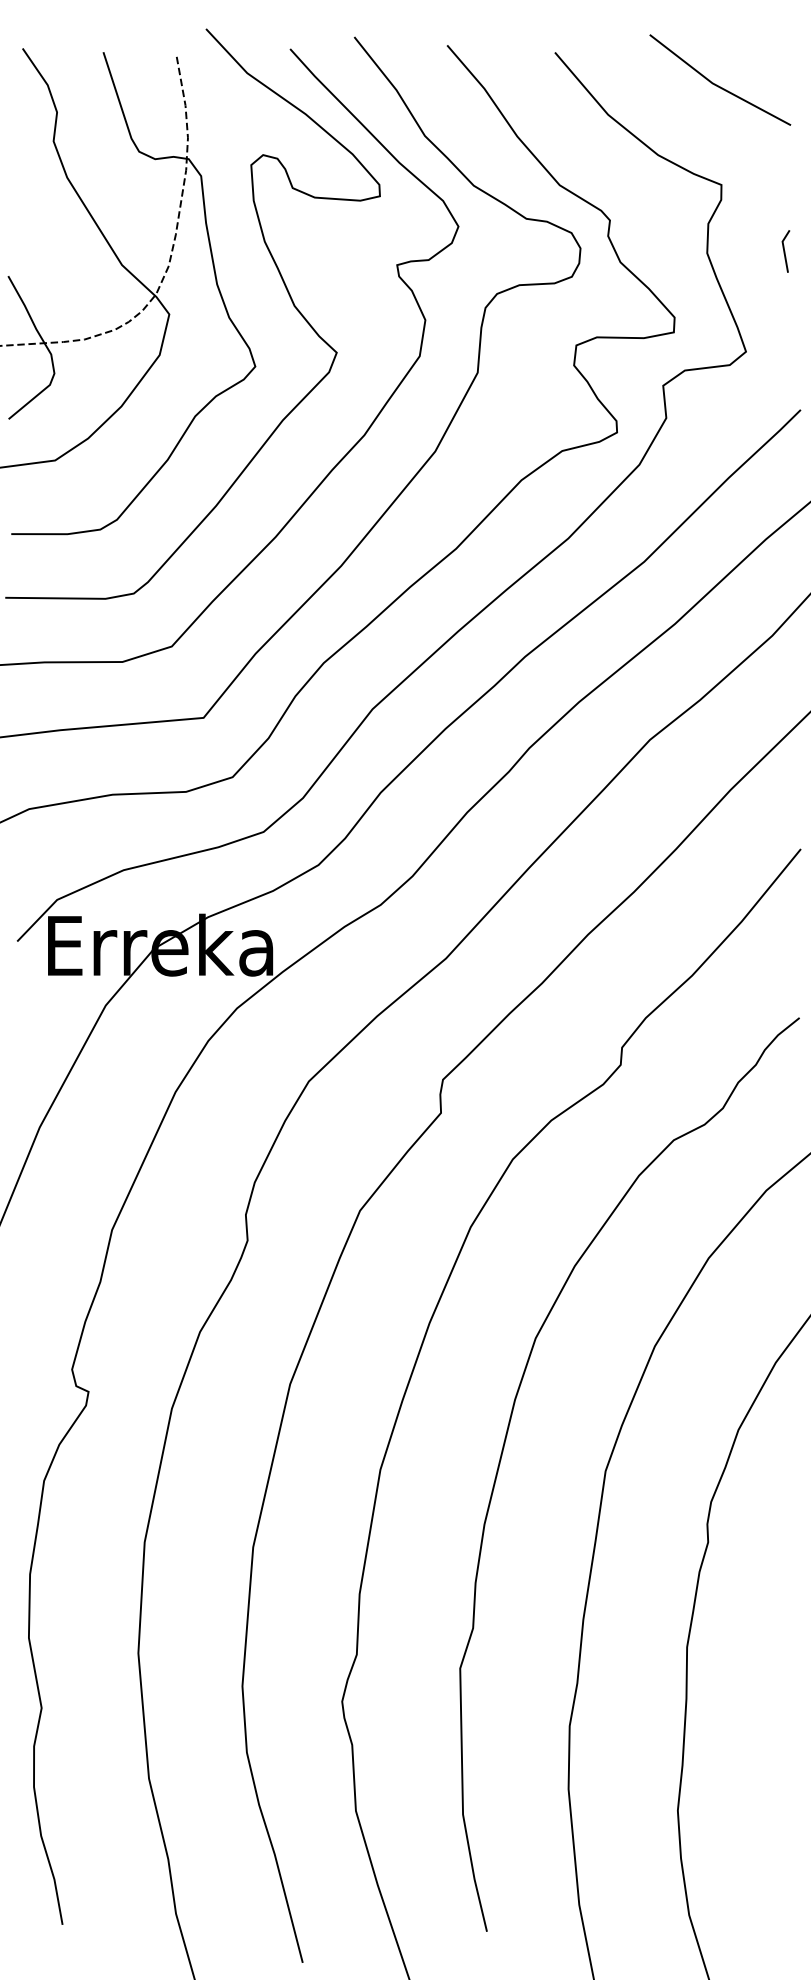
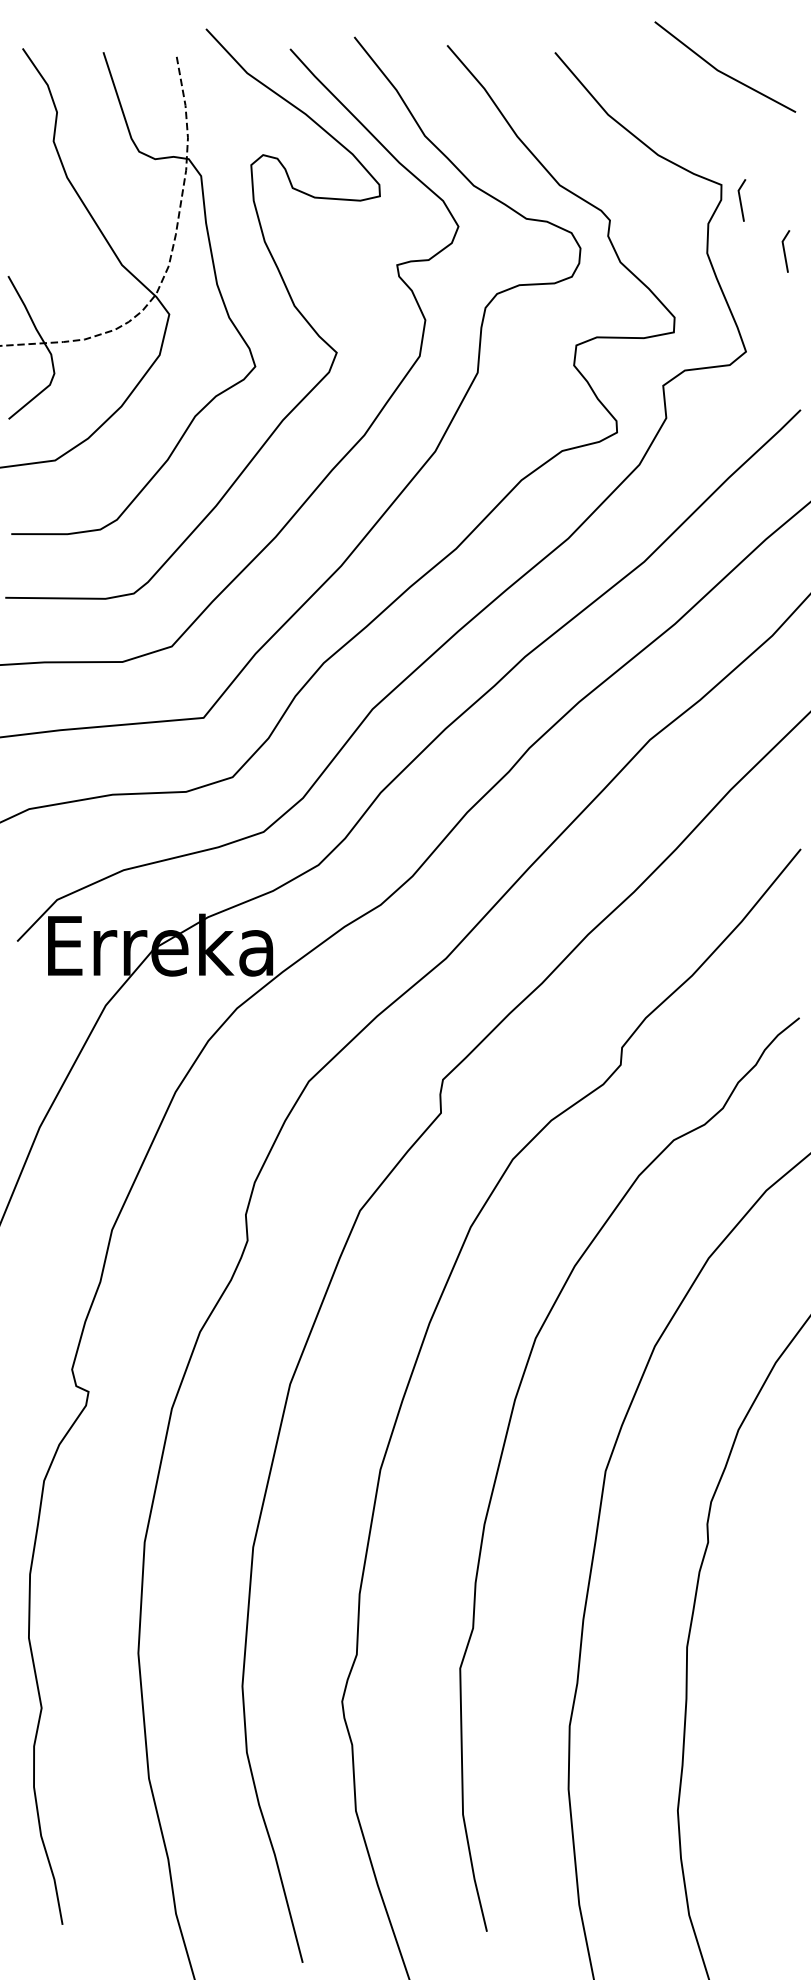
line at (717, 84) position: (717, 84) -> (722, 71)
line at (741, 200): none -> present
